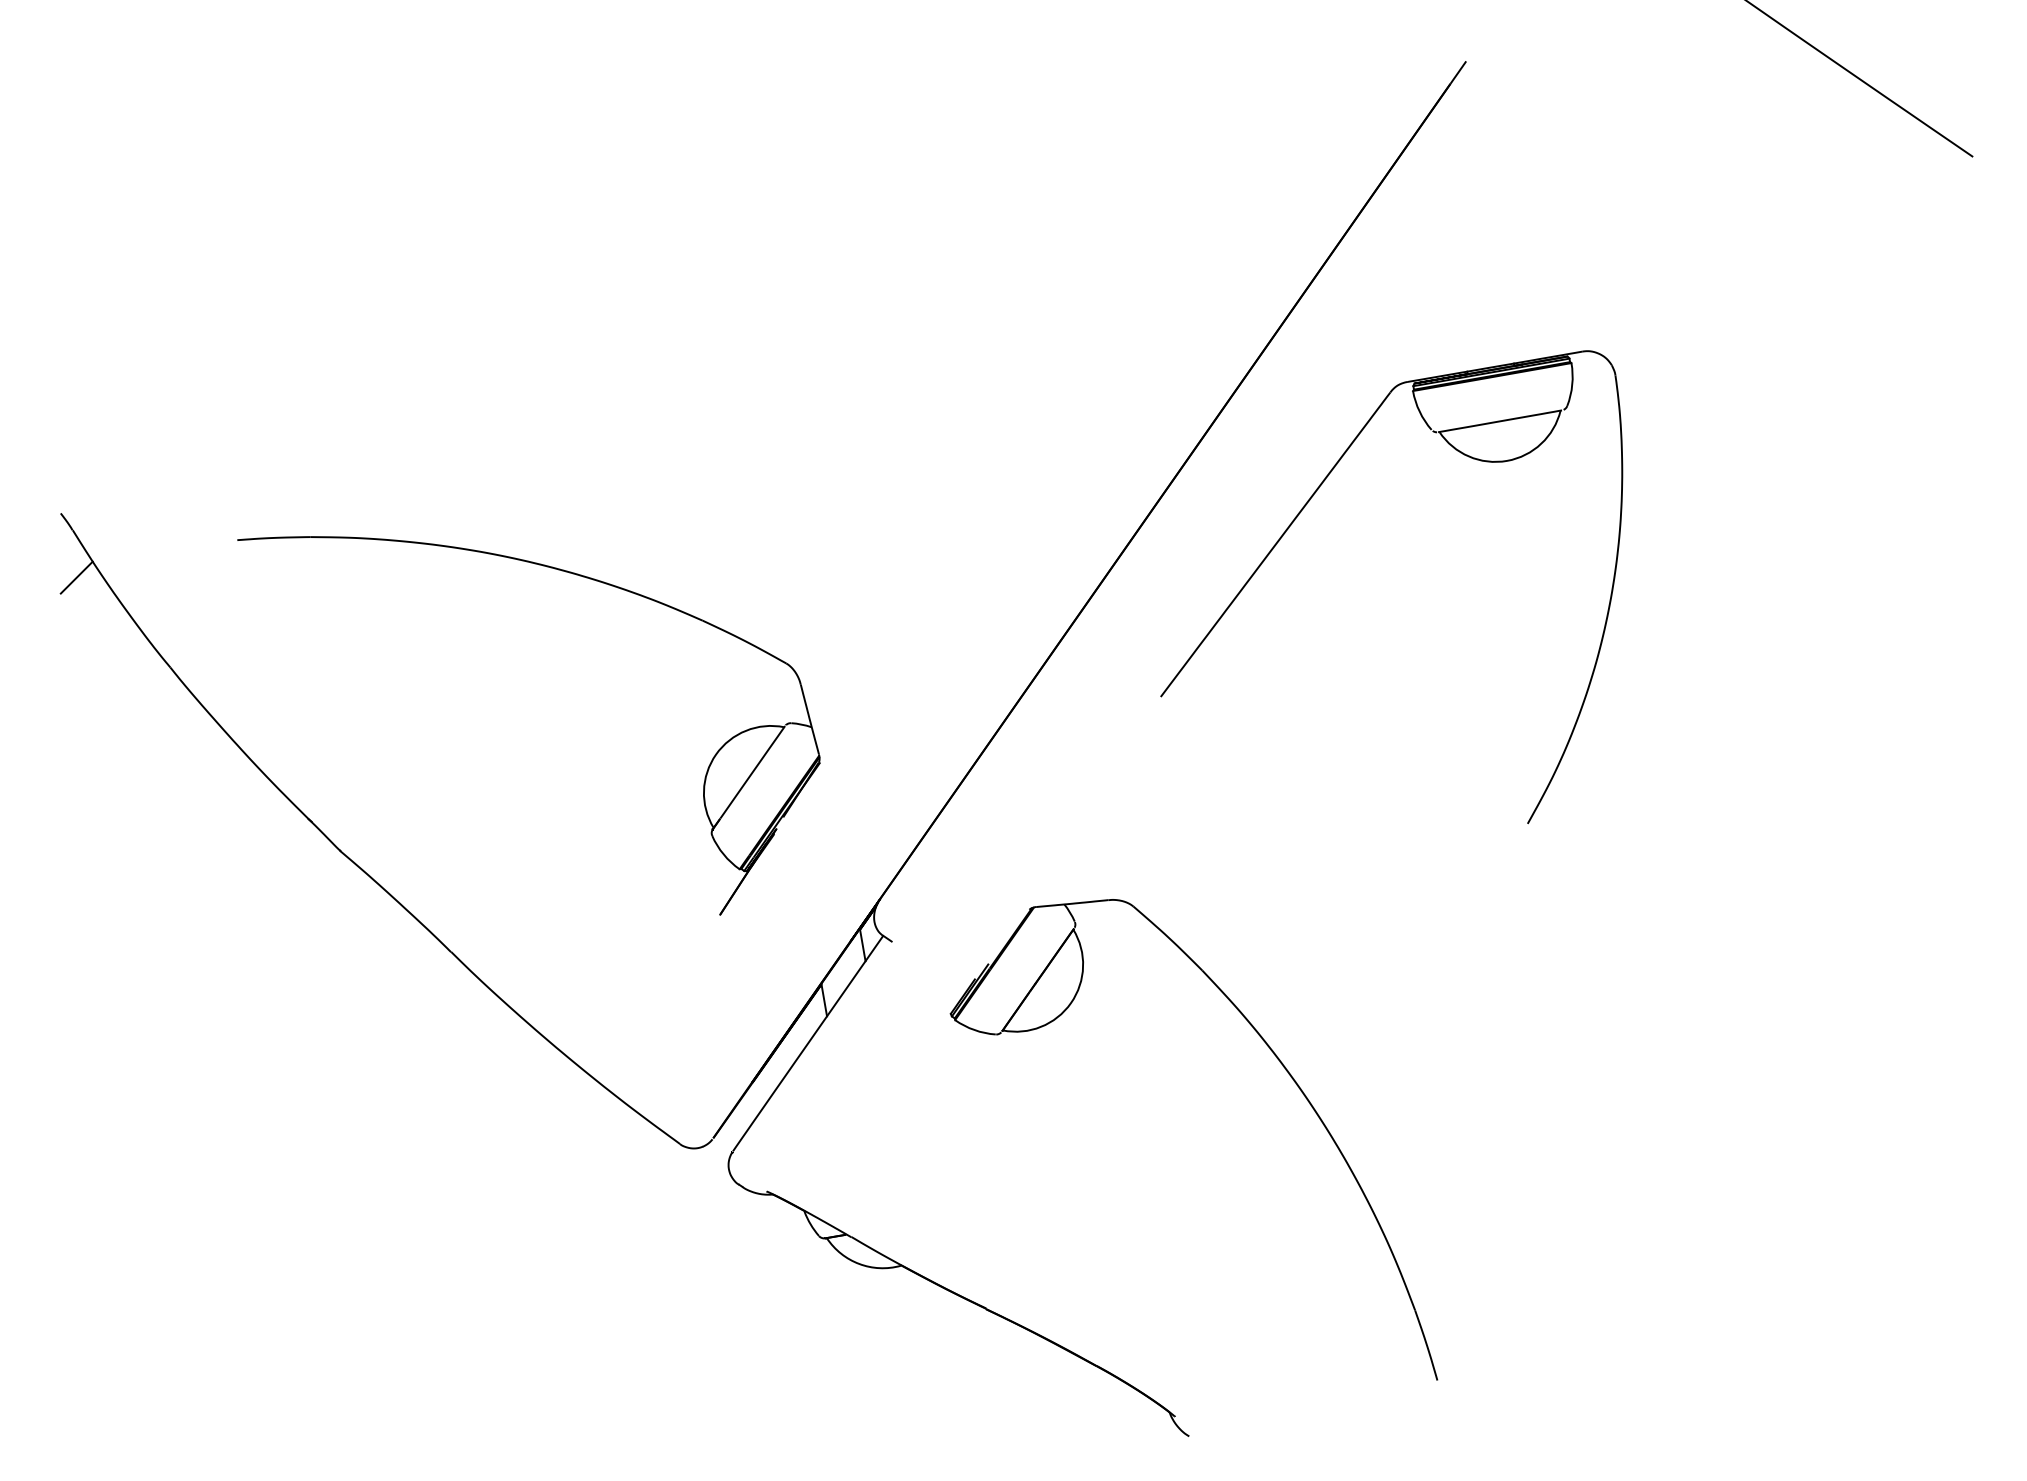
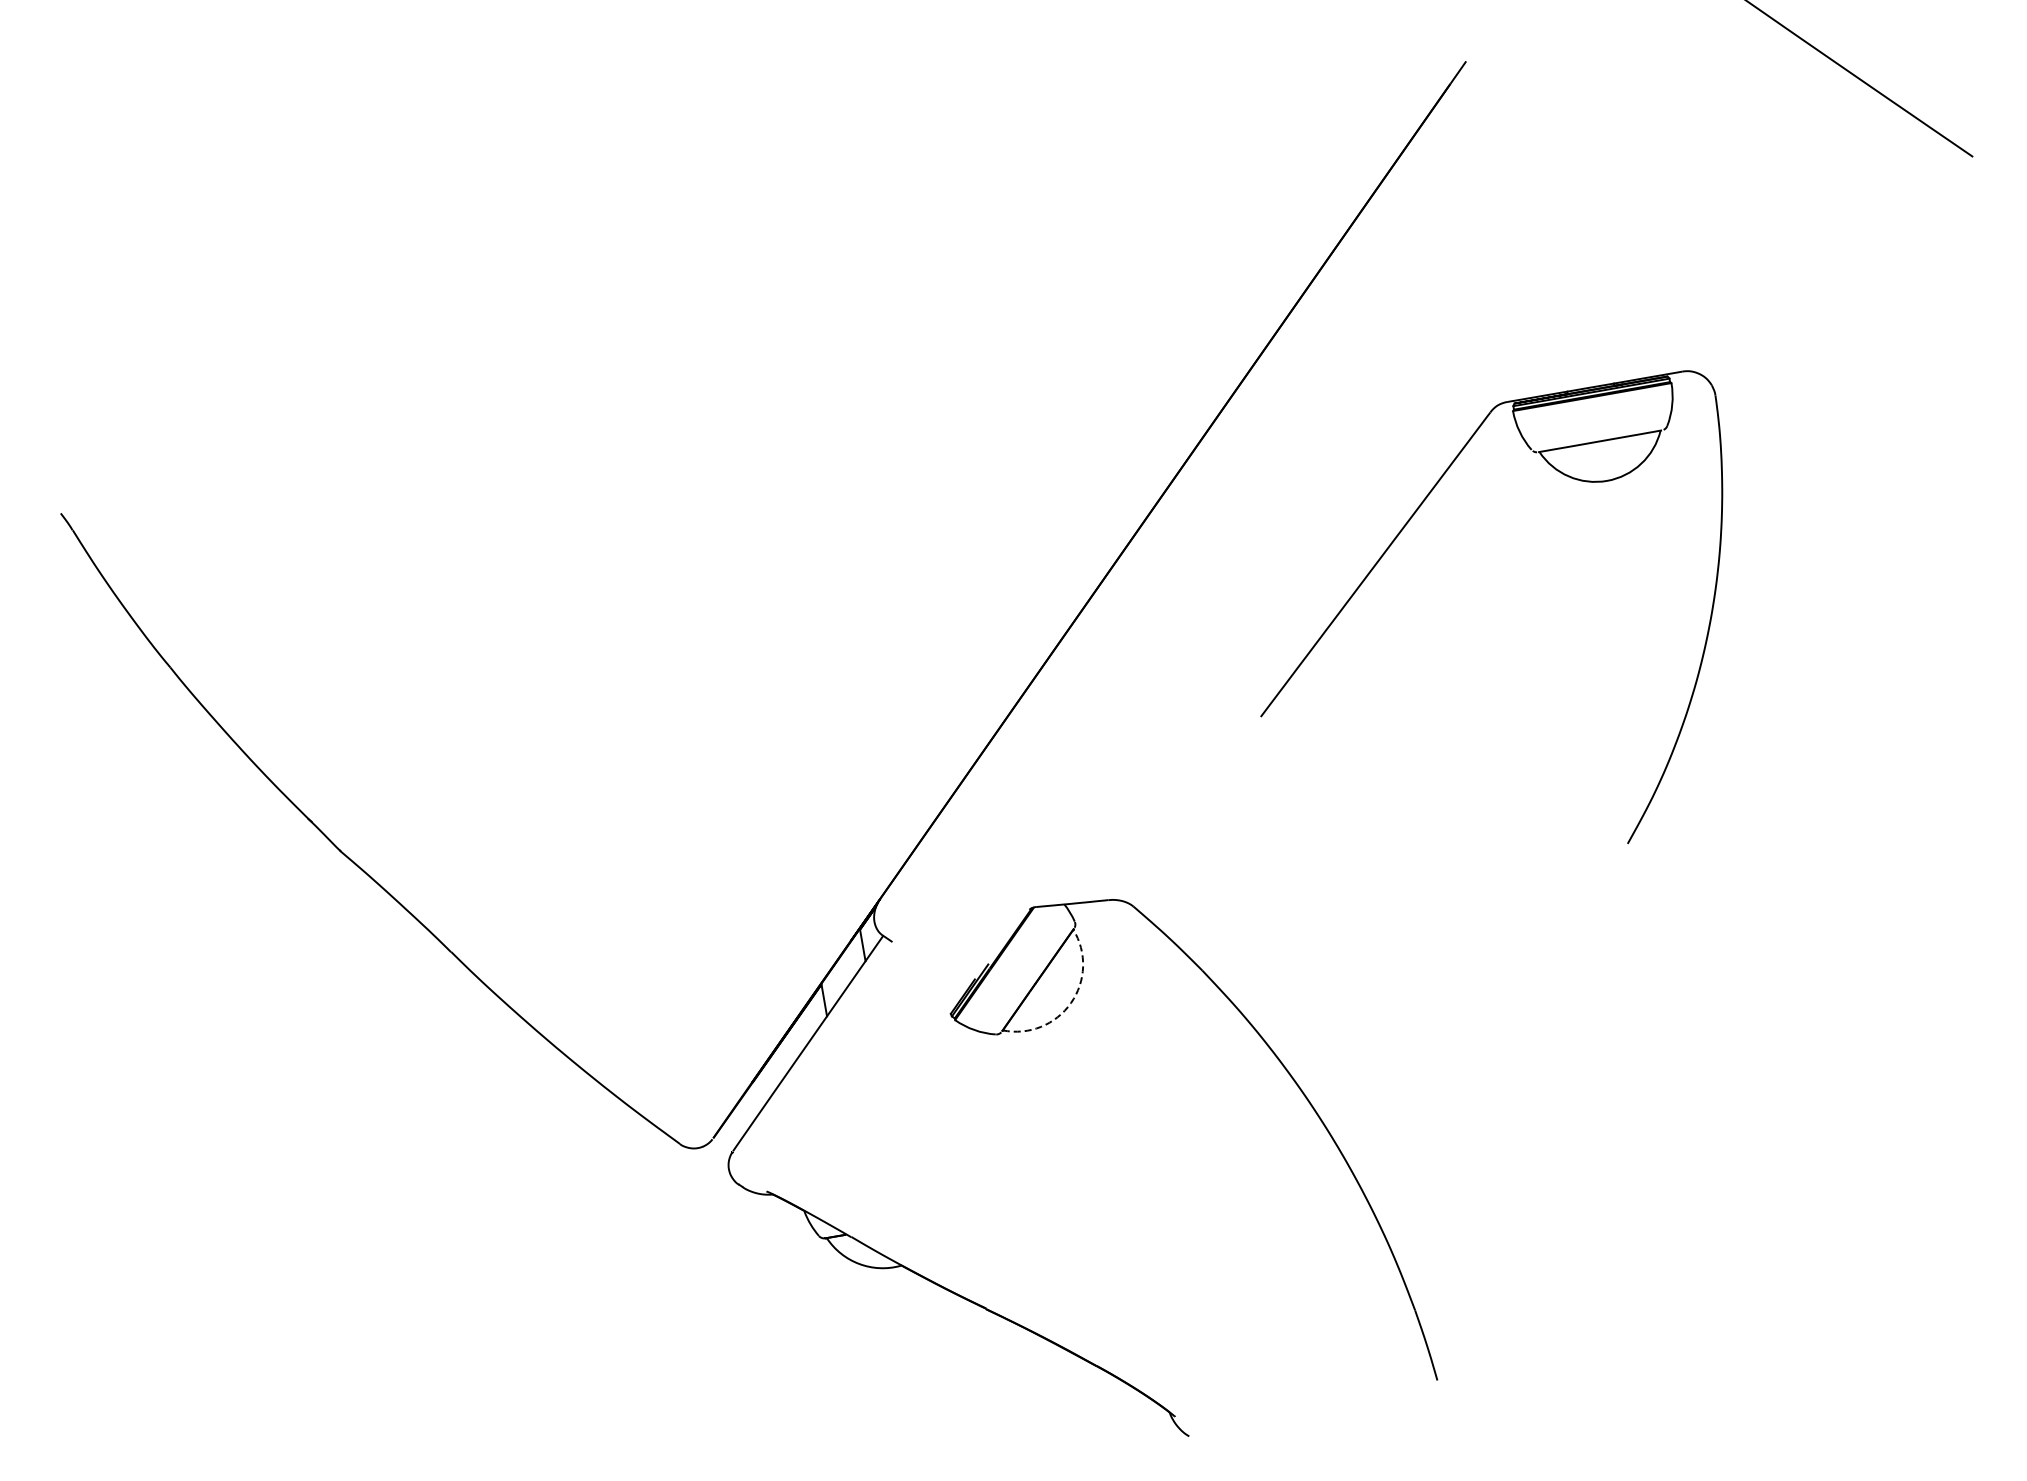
part at (1298, 516) position: (1298, 516) -> (1398, 536)
part at (572, 574): present -> none
line at (76, 577): present -> none
arc at (1071, 1003): solid -> dashed
